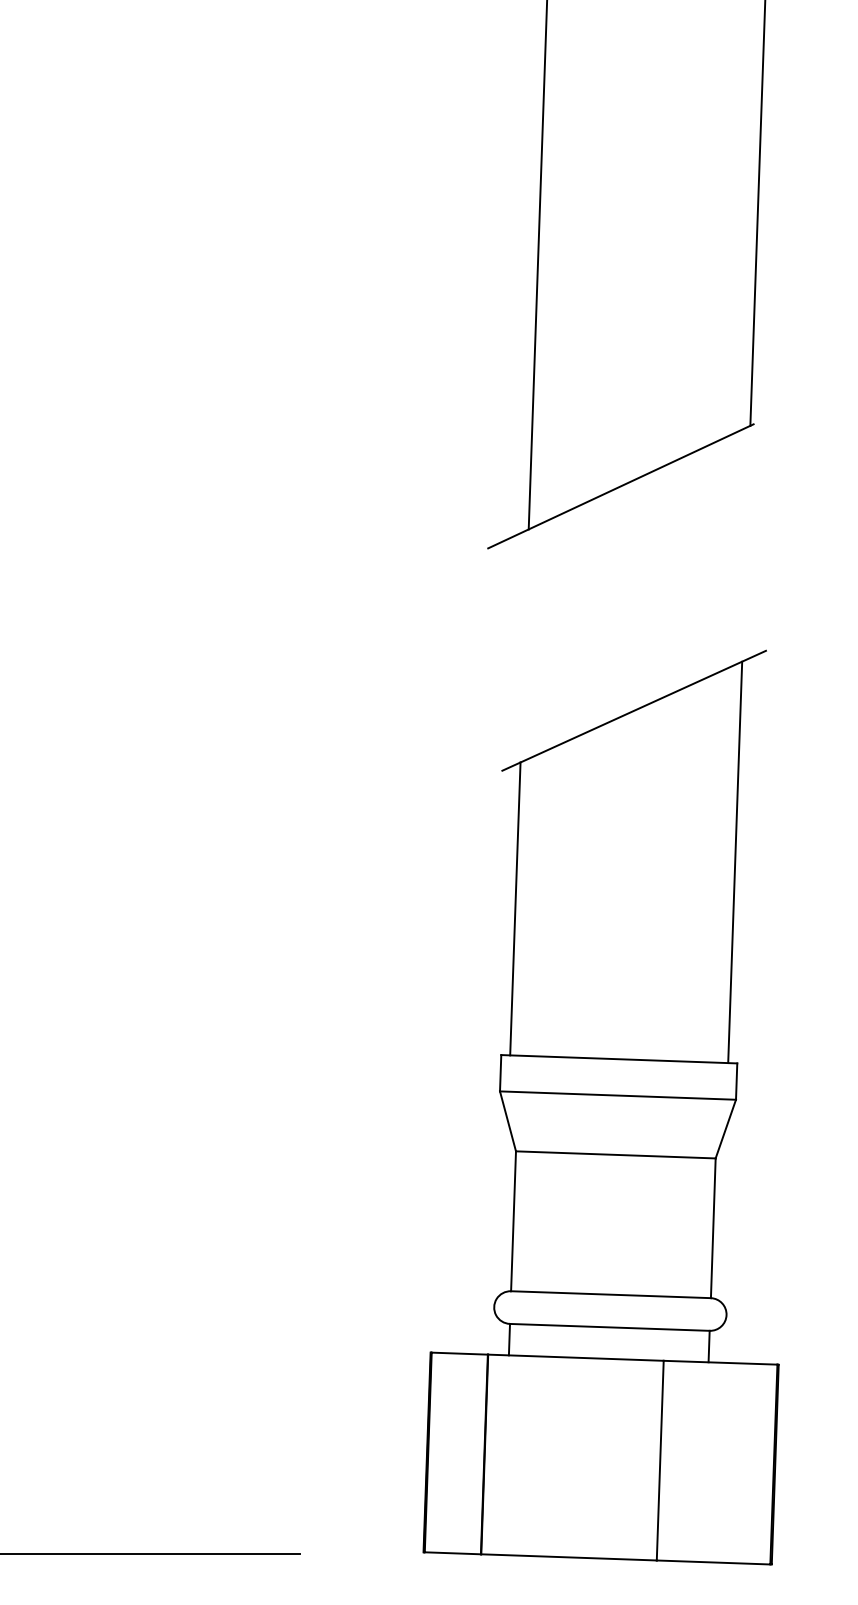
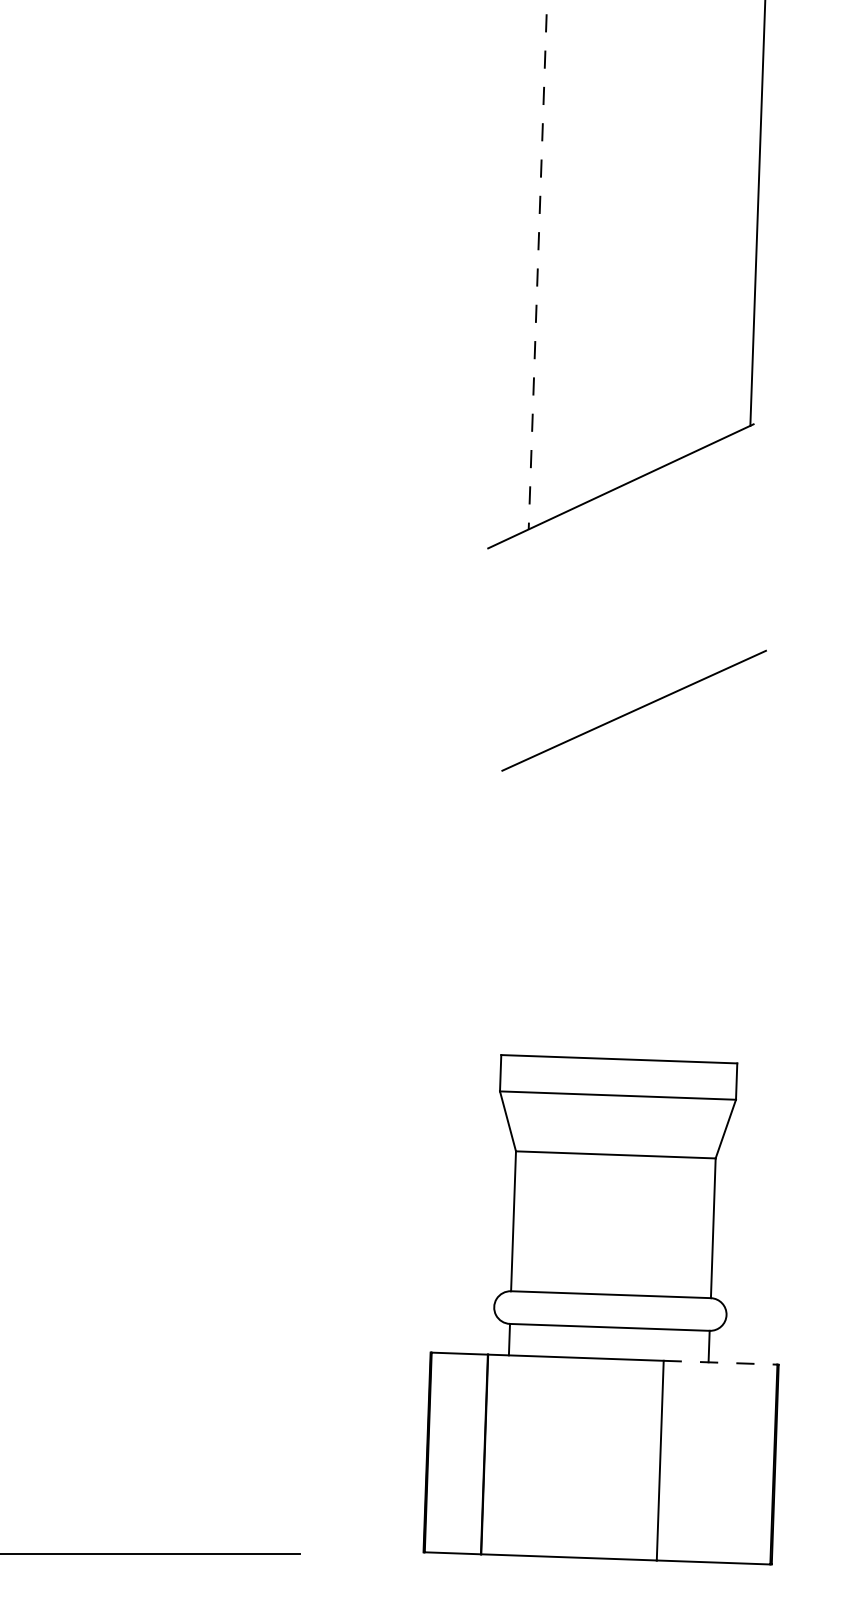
line at (537, 264): solid -> dashed
line at (735, 862): present -> none
line at (515, 908): present -> none
line at (720, 1362): solid -> dashed
